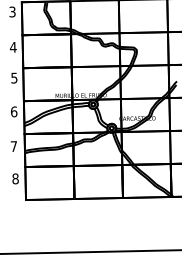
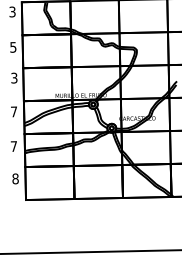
text at (12, 47): 4 -> 5
text at (14, 77): 5 -> 3
text at (14, 111): 6 -> 7
